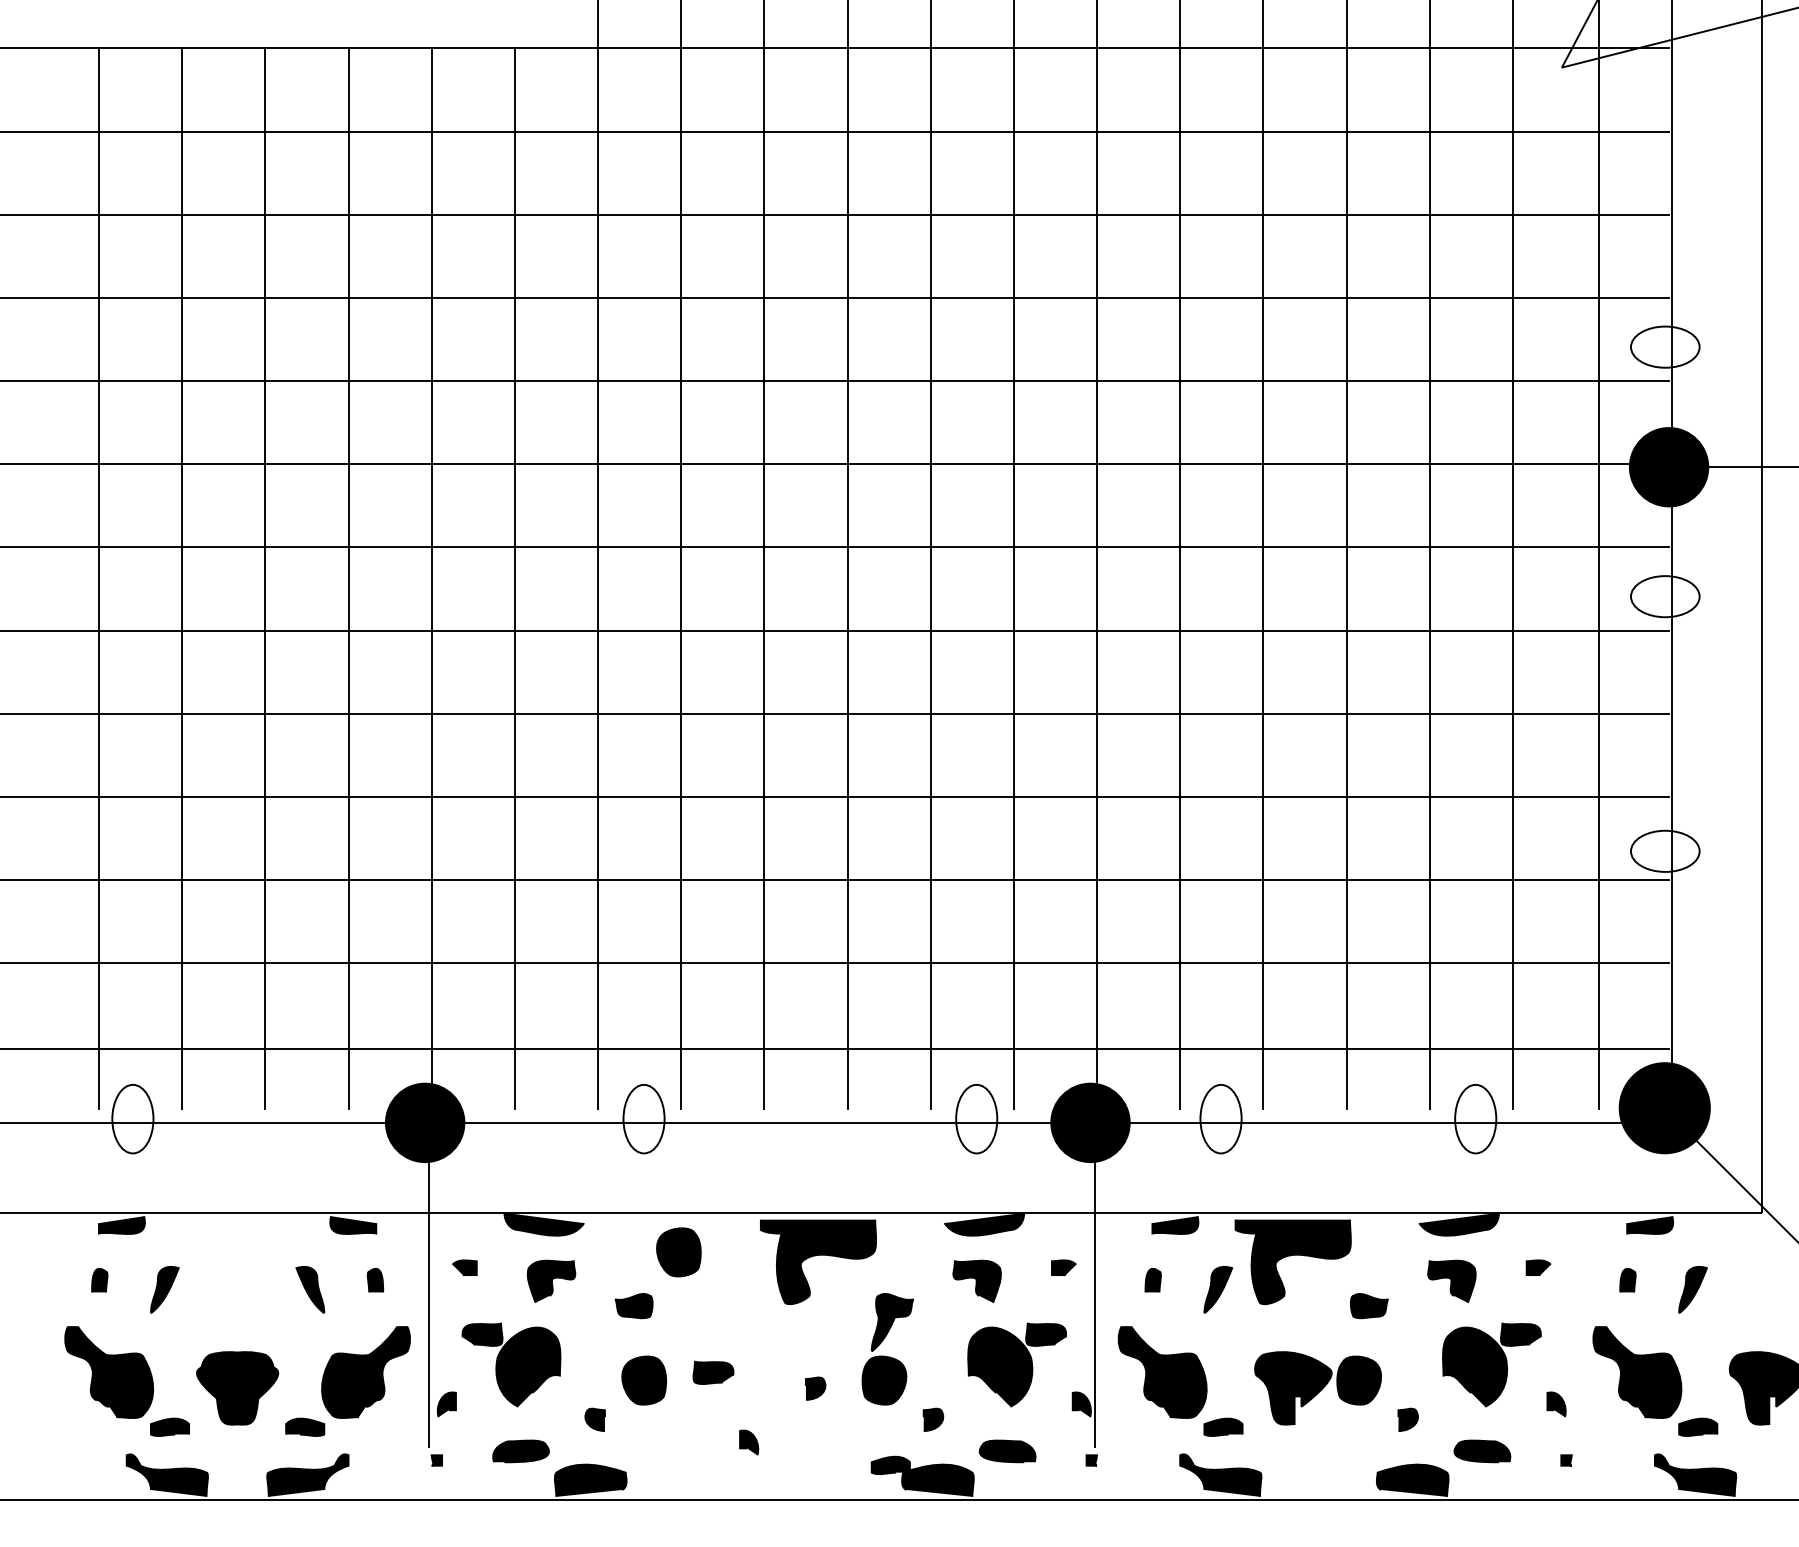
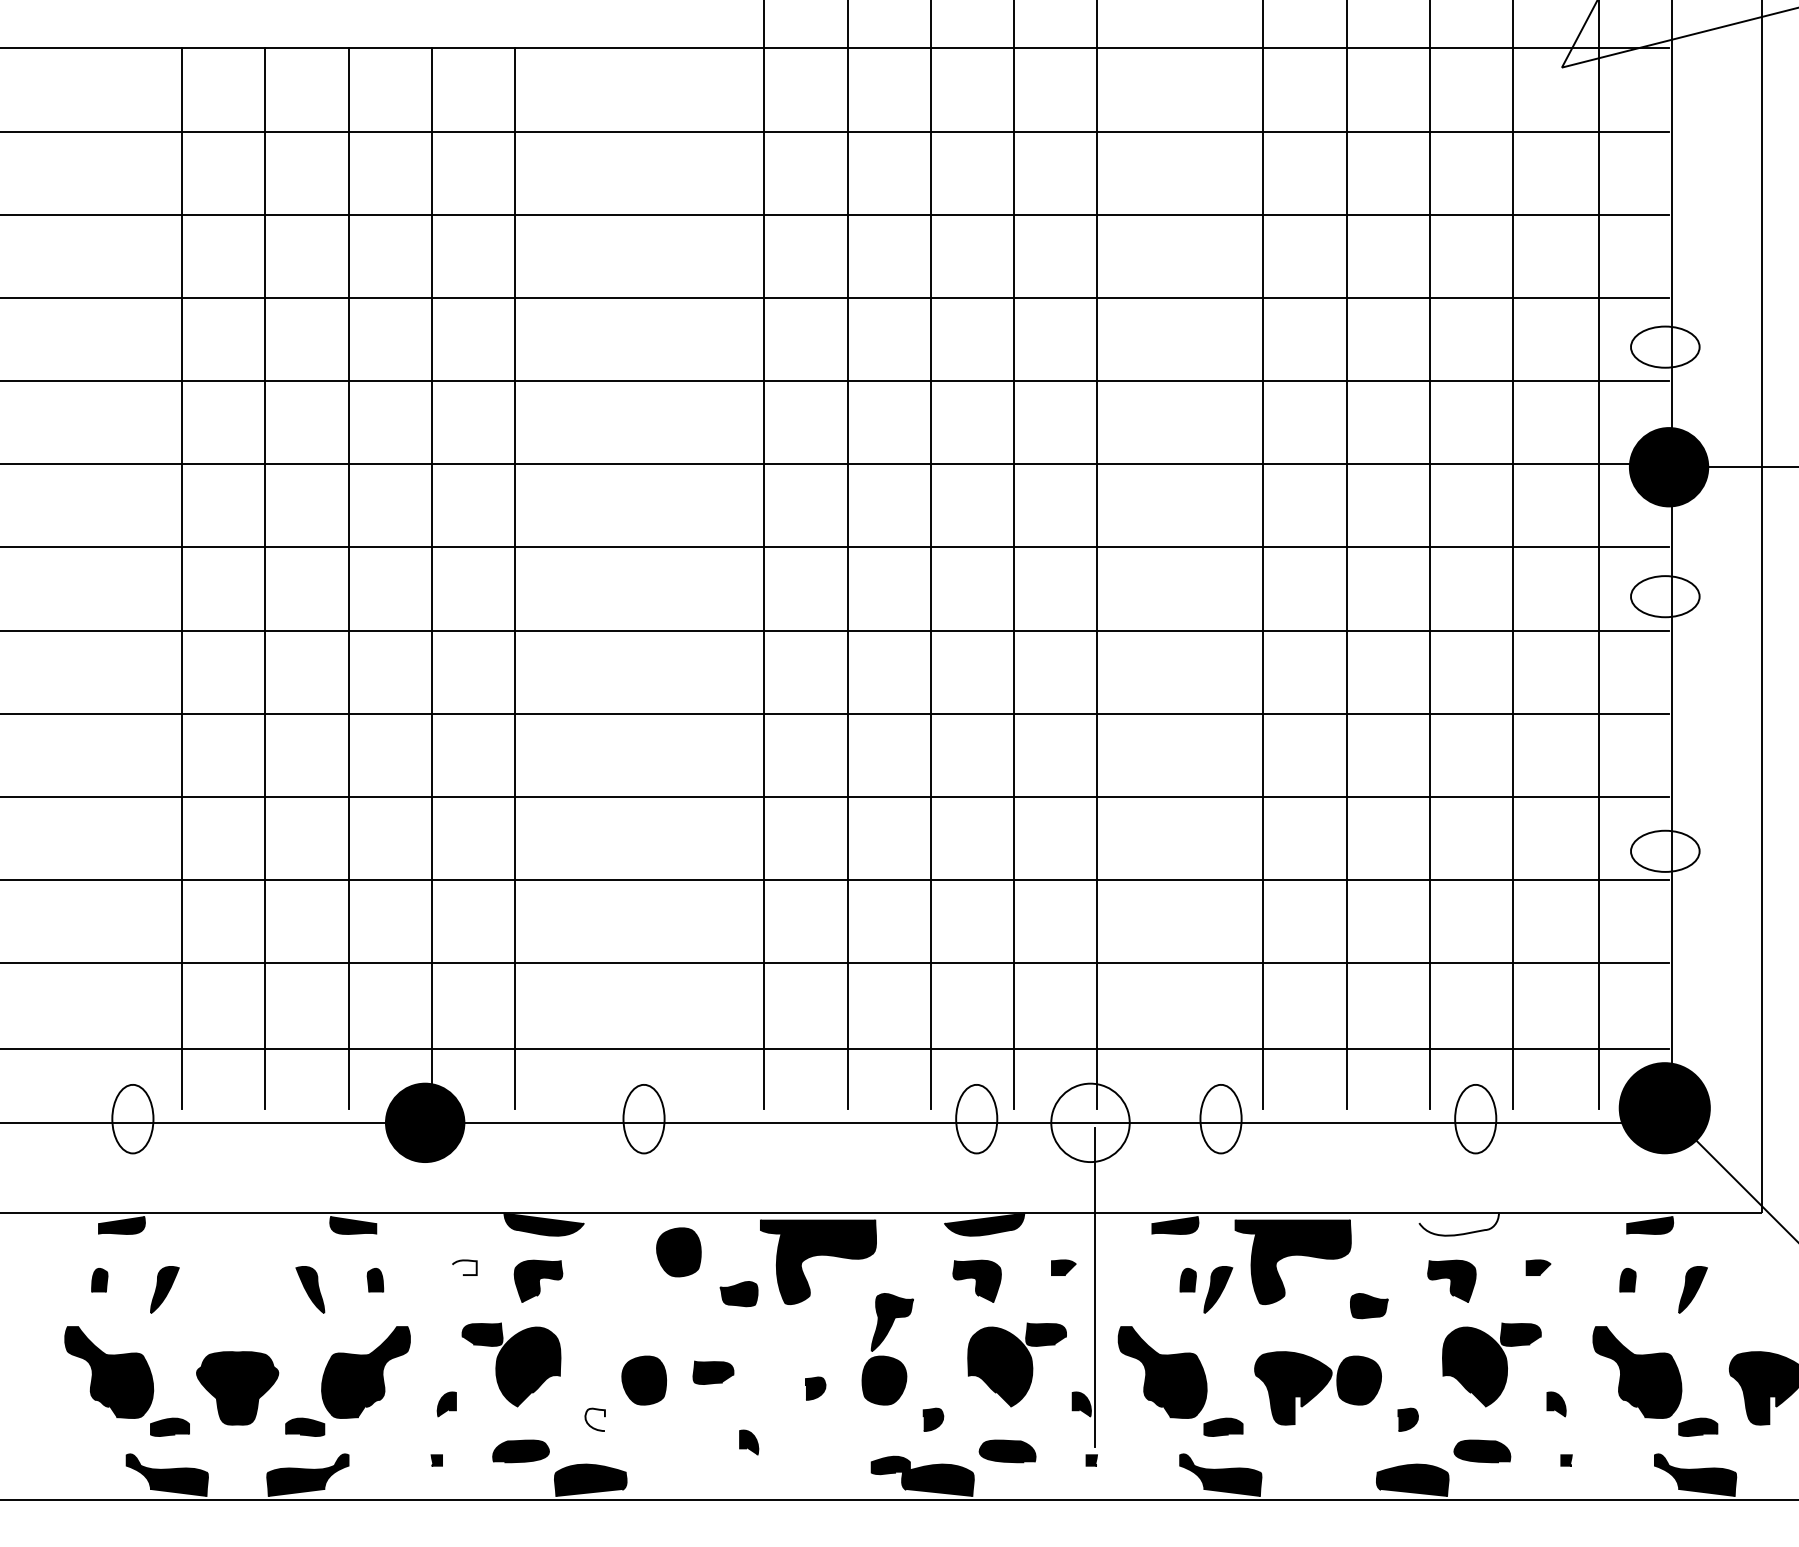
line at (598, 555): present -> none
line at (681, 555): present -> none
line at (1180, 555): present -> none
line at (99, 578): present -> none
fill at (1090, 1122): present -> none
fill at (1459, 1223): present -> none
fill at (464, 1267): present -> none
part at (551, 1280) position: (551, 1280) -> (538, 1280)
part at (1152, 1280) position: (1152, 1280) -> (1187, 1280)
line at (429, 1286): present -> none
part at (633, 1306) position: (633, 1306) -> (738, 1294)
fill at (594, 1419): present -> none
